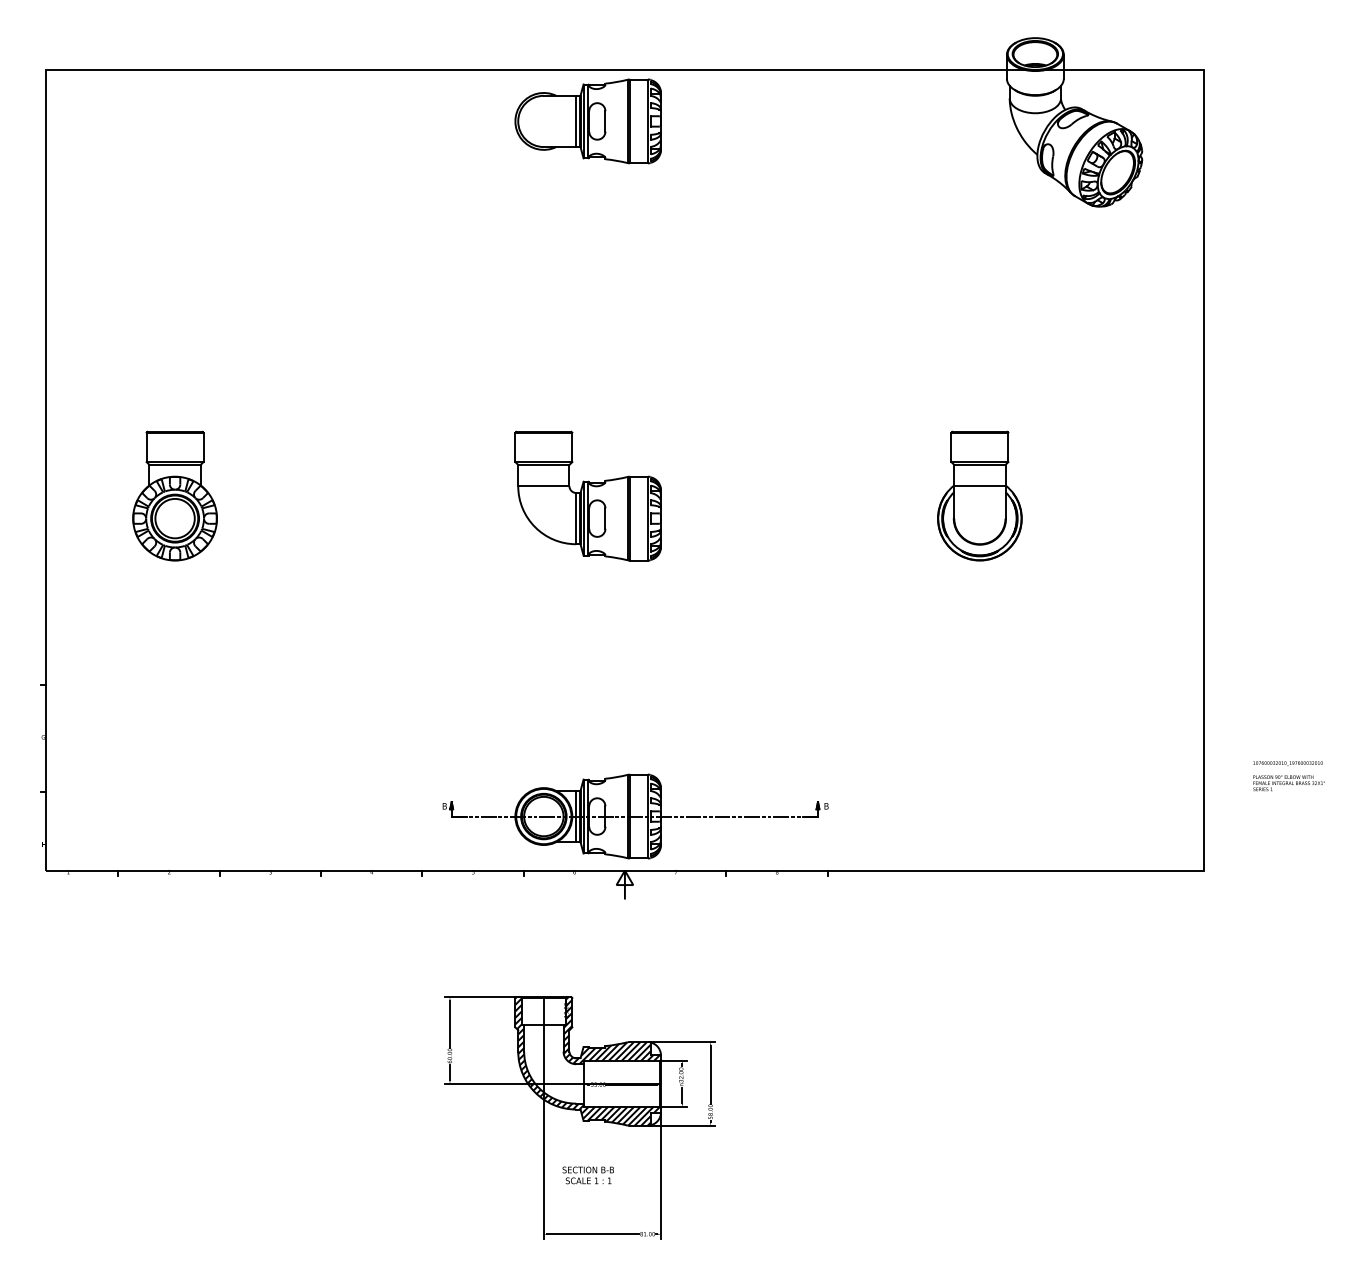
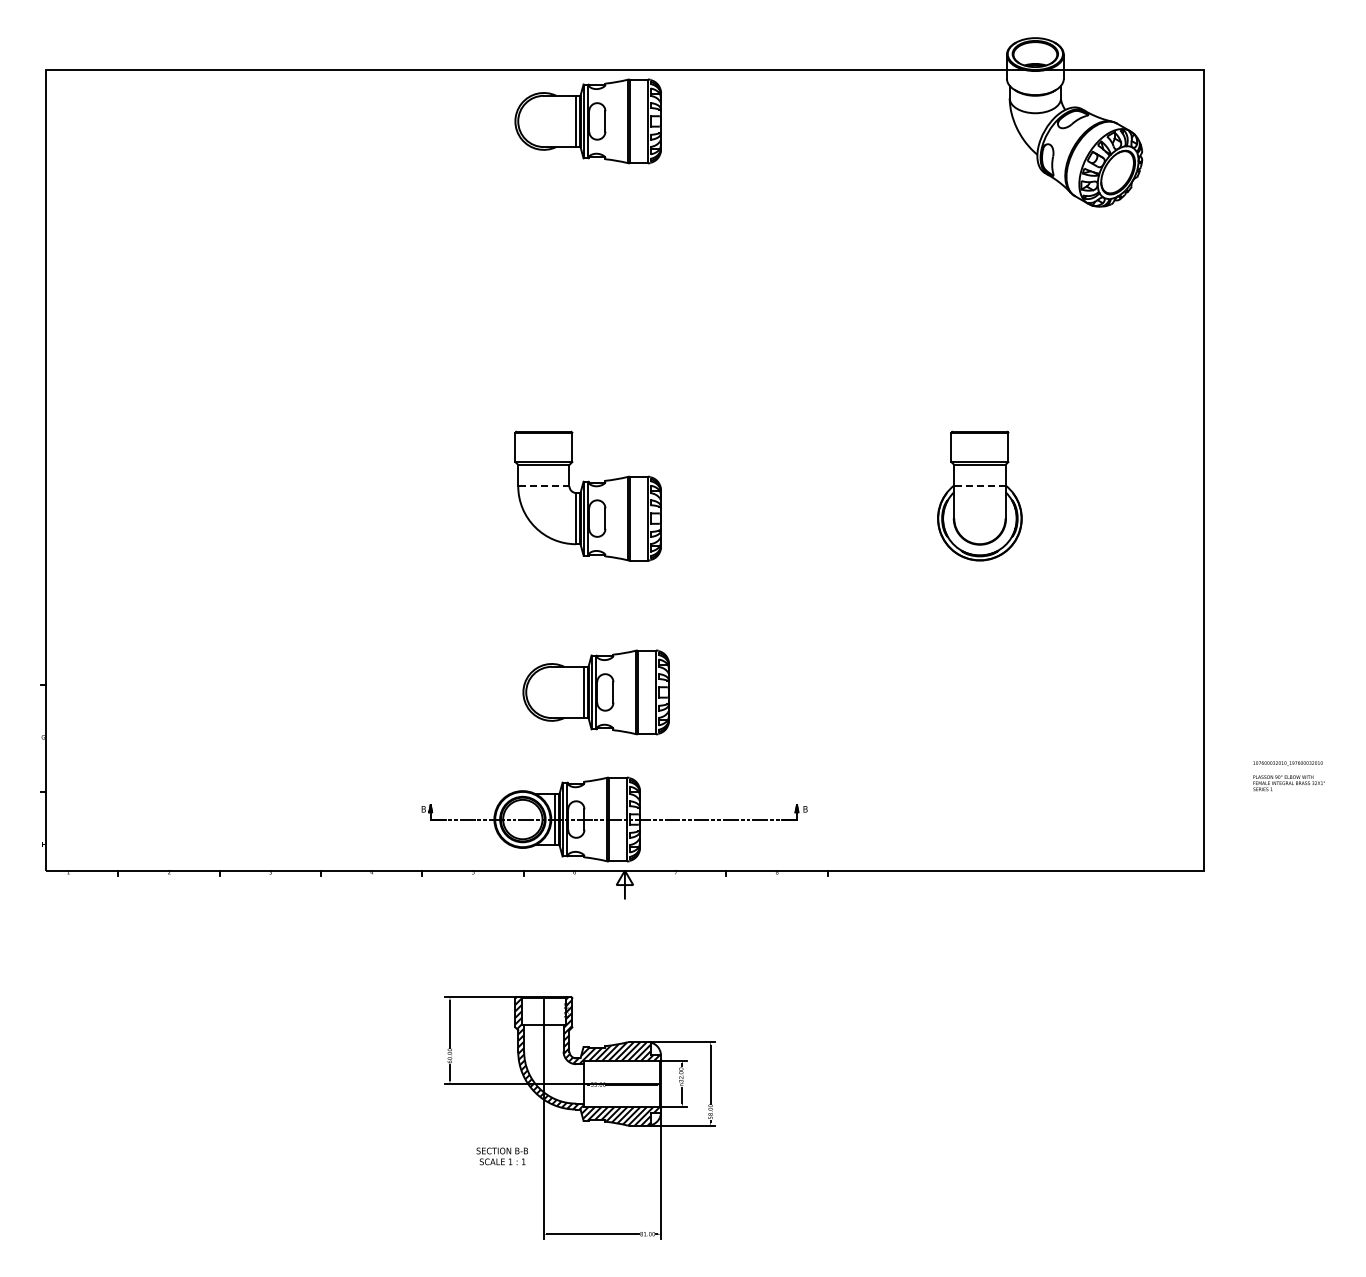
line at (544, 486): solid -> dashed
line at (980, 486): solid -> dashed
part at (174, 495): present -> none
part at (595, 692): none -> present
part at (635, 816) position: (635, 816) -> (614, 819)
text at (587, 1175) position: (587, 1175) -> (501, 1156)
